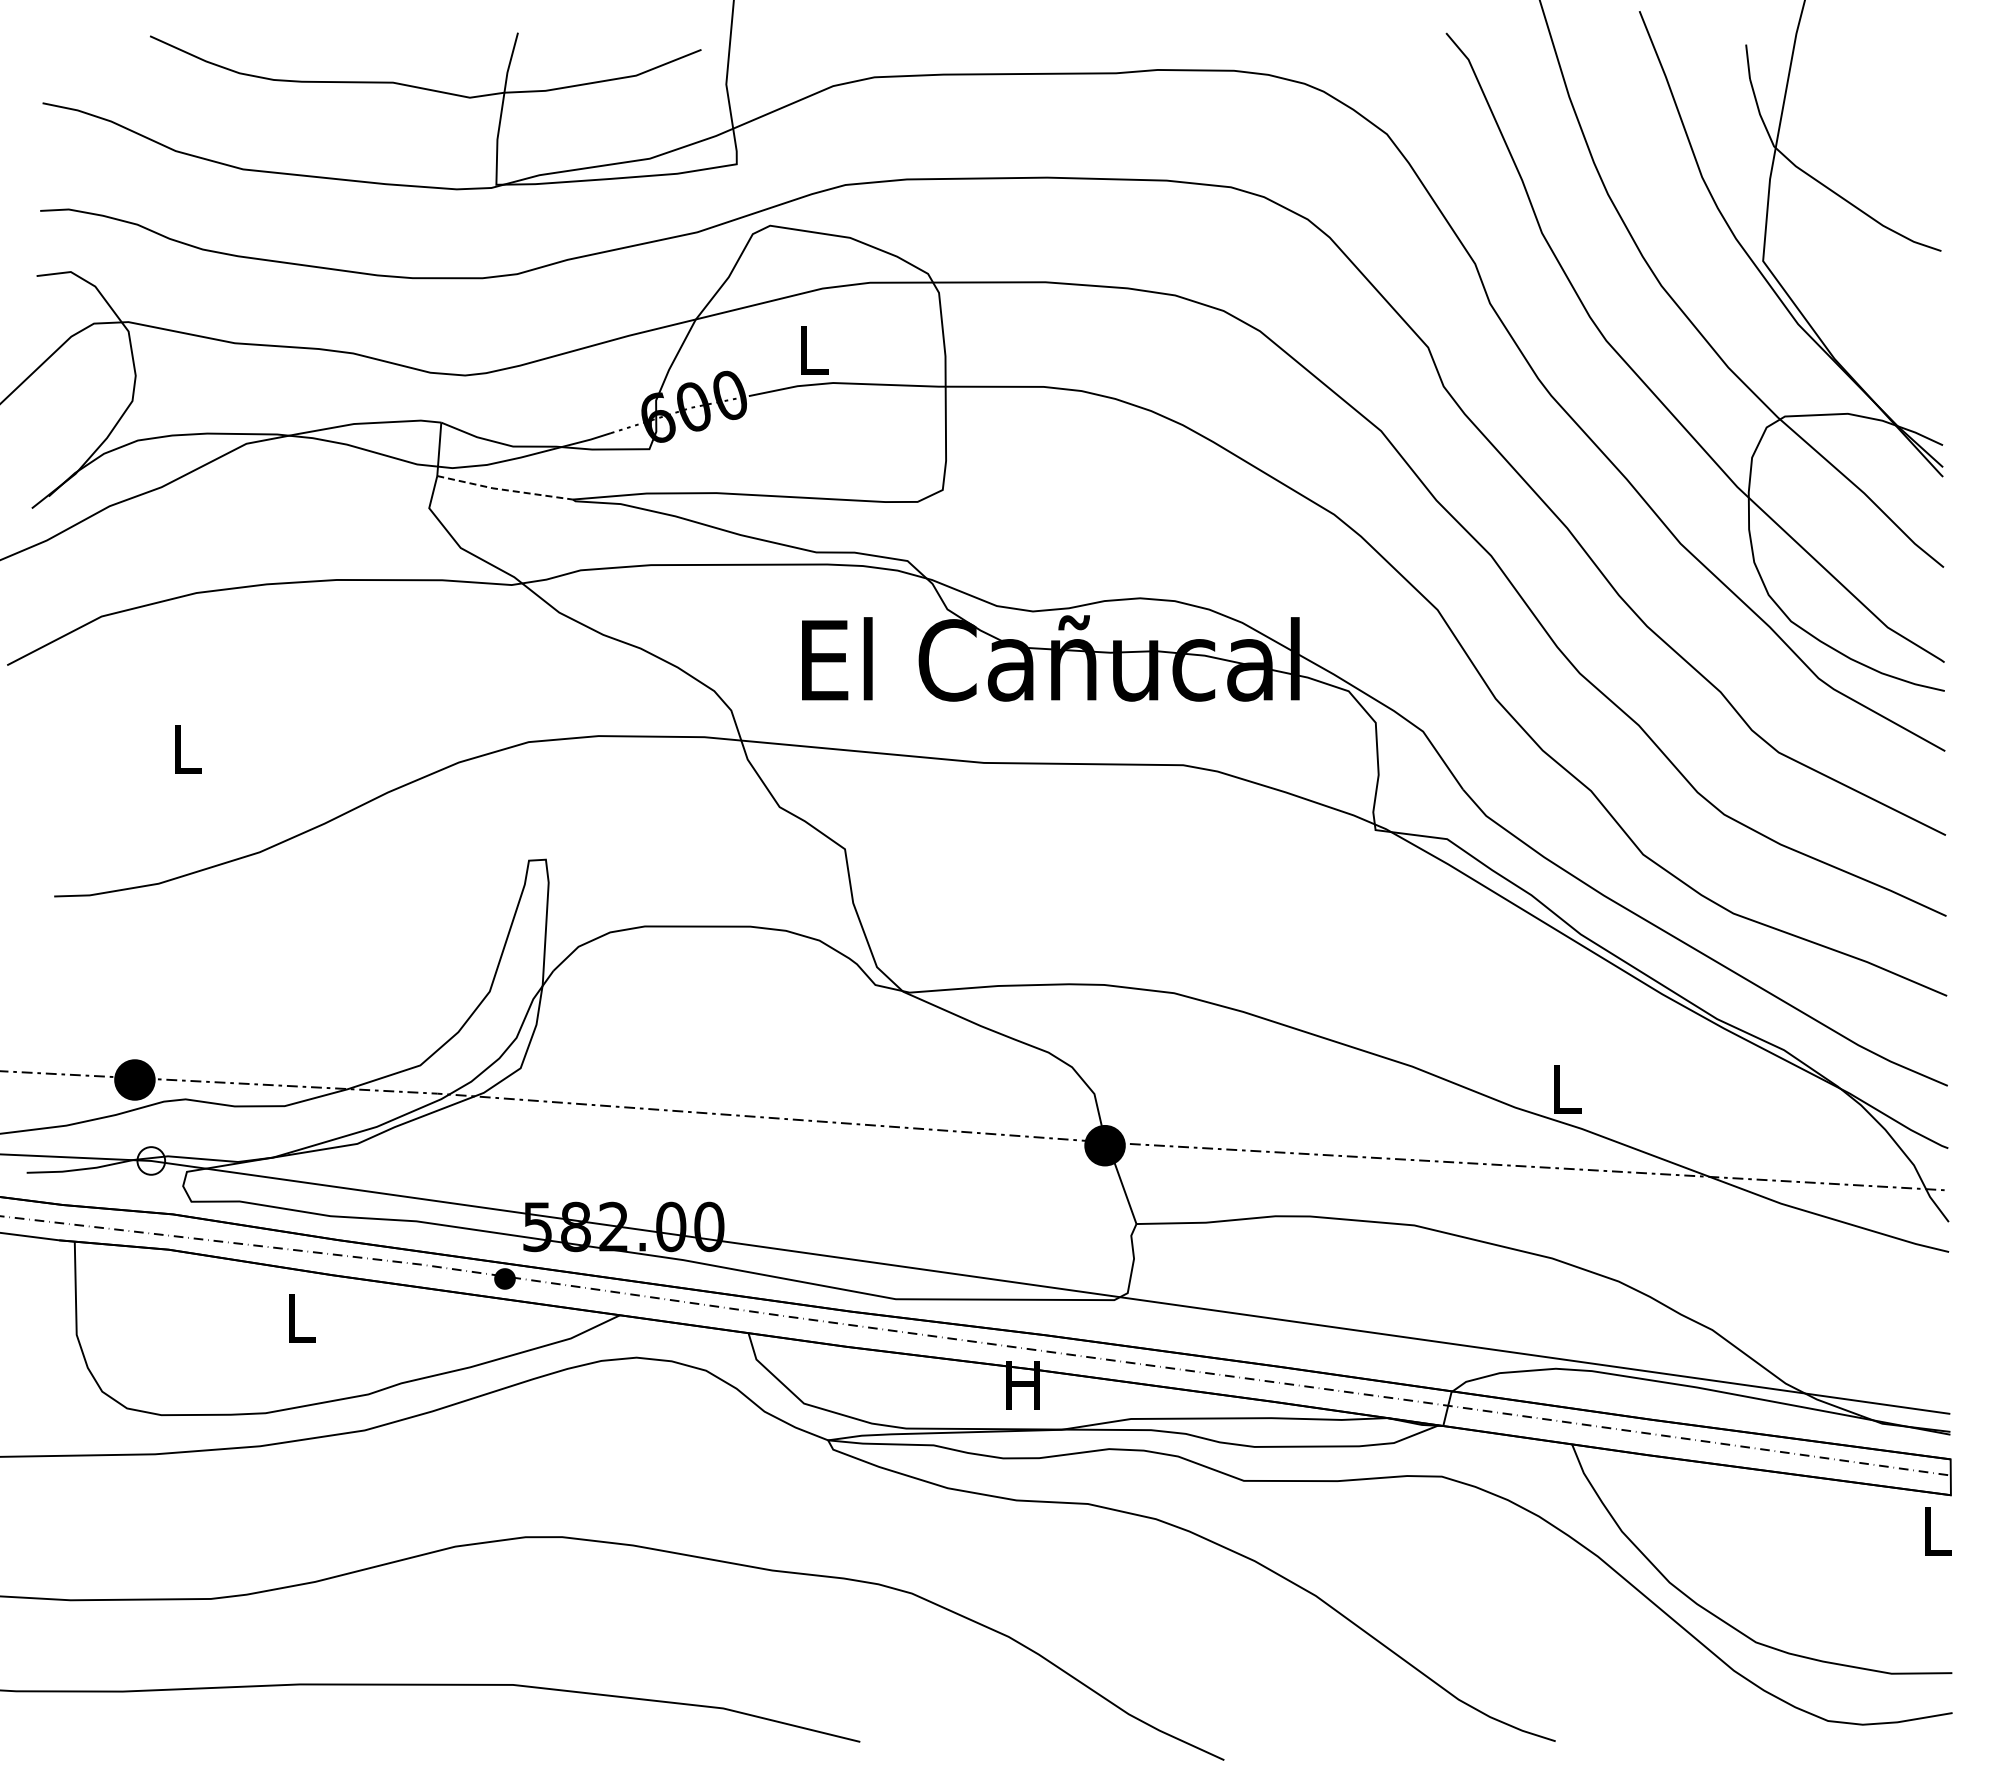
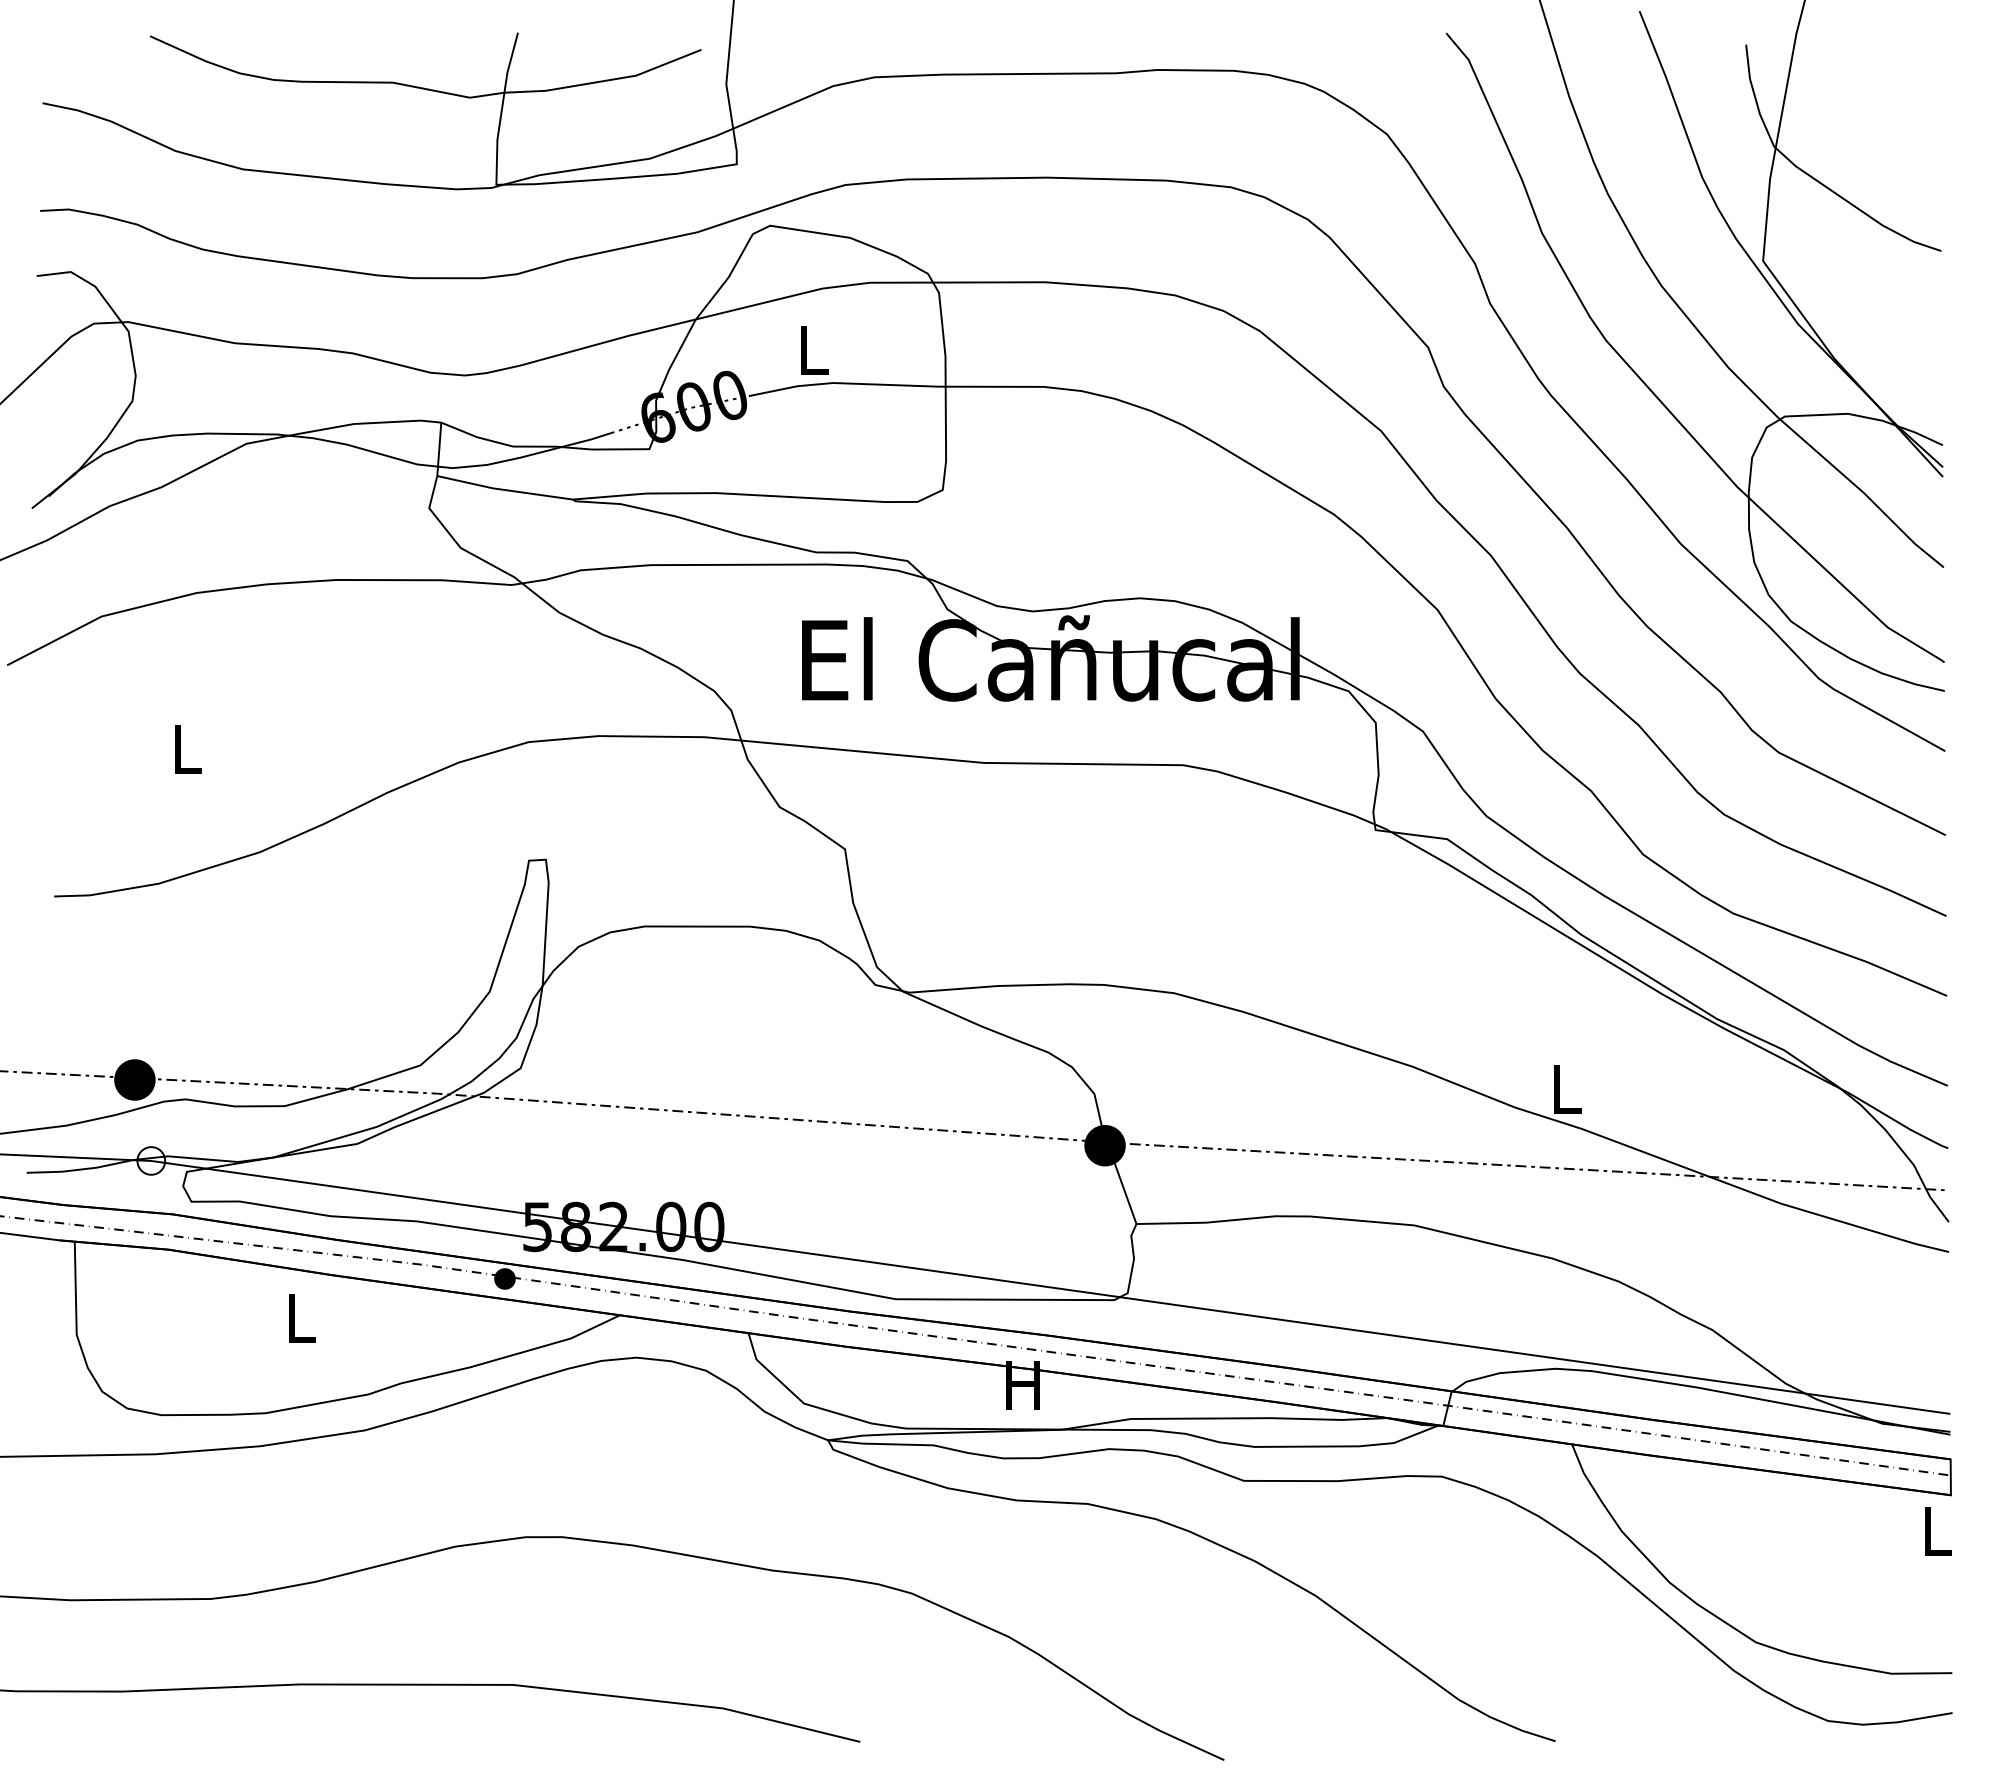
line at (504, 490): dashed -> solid
